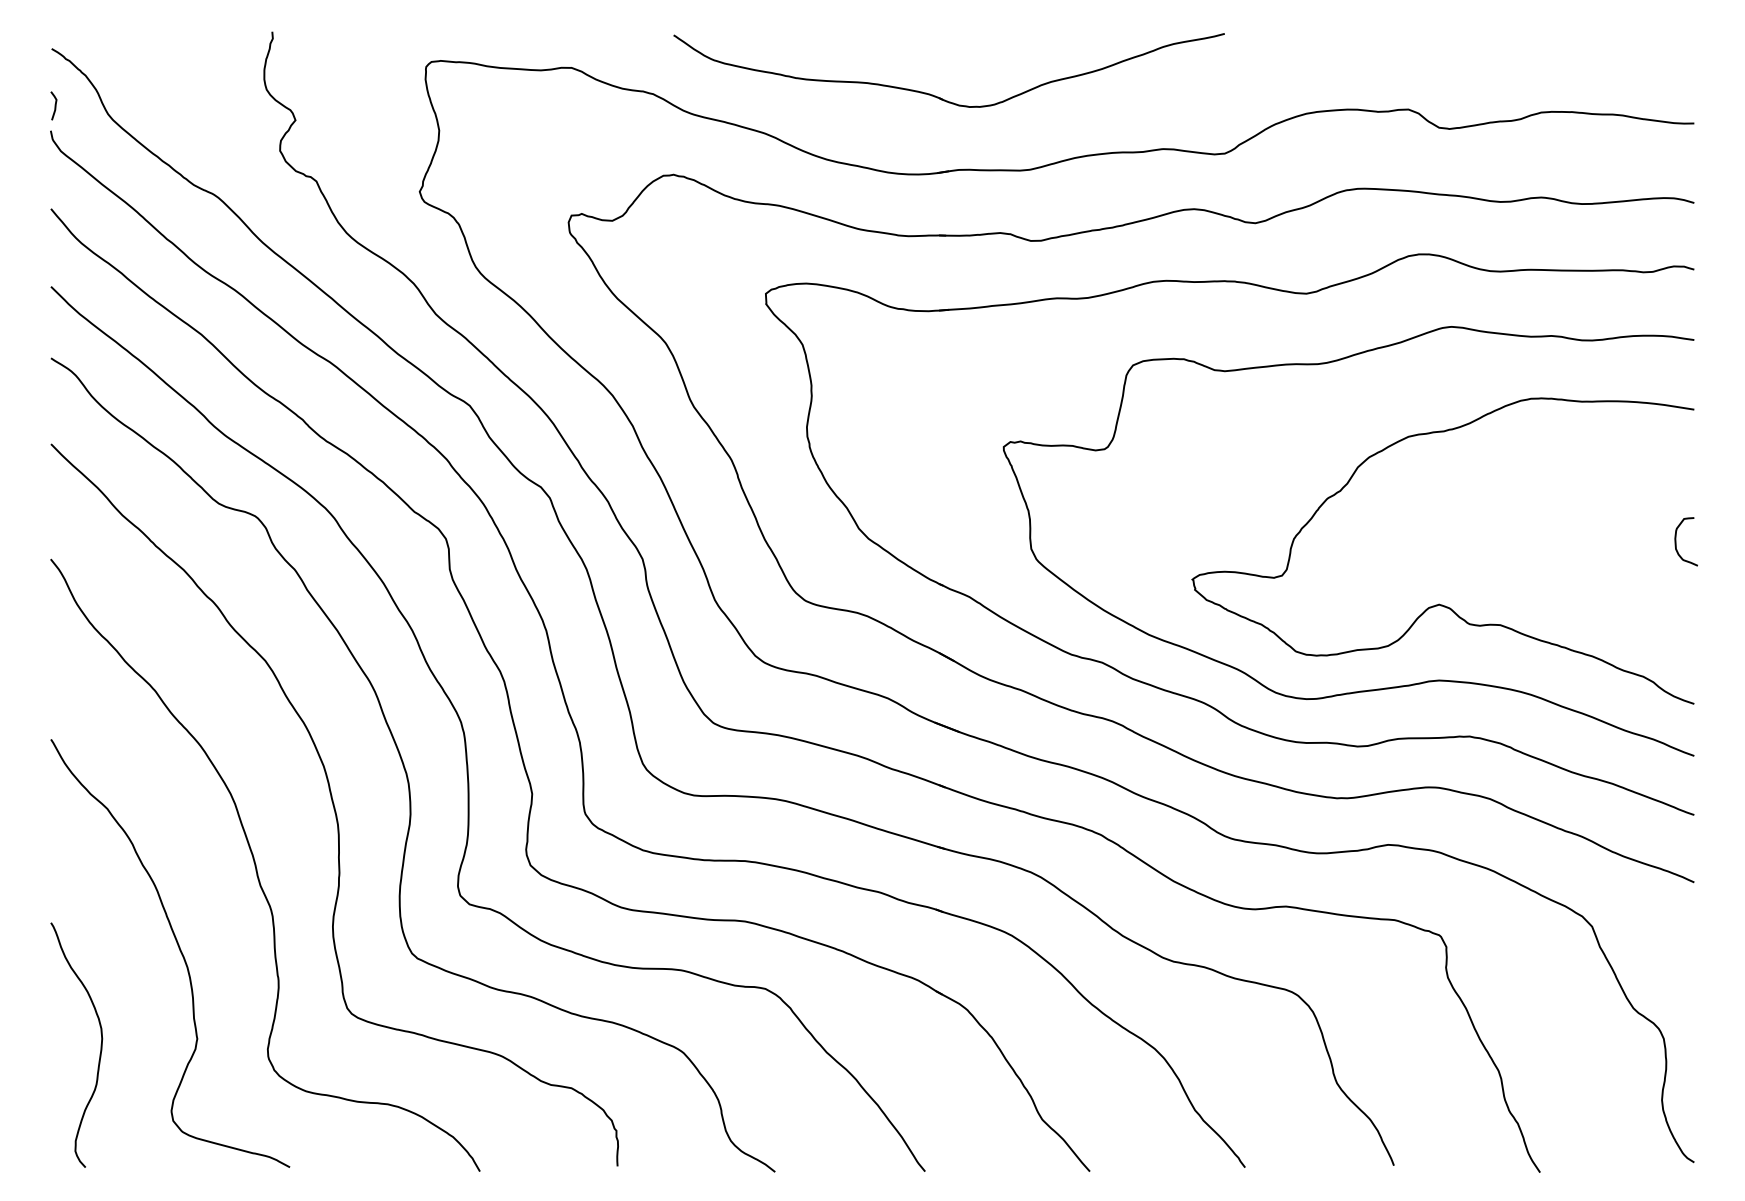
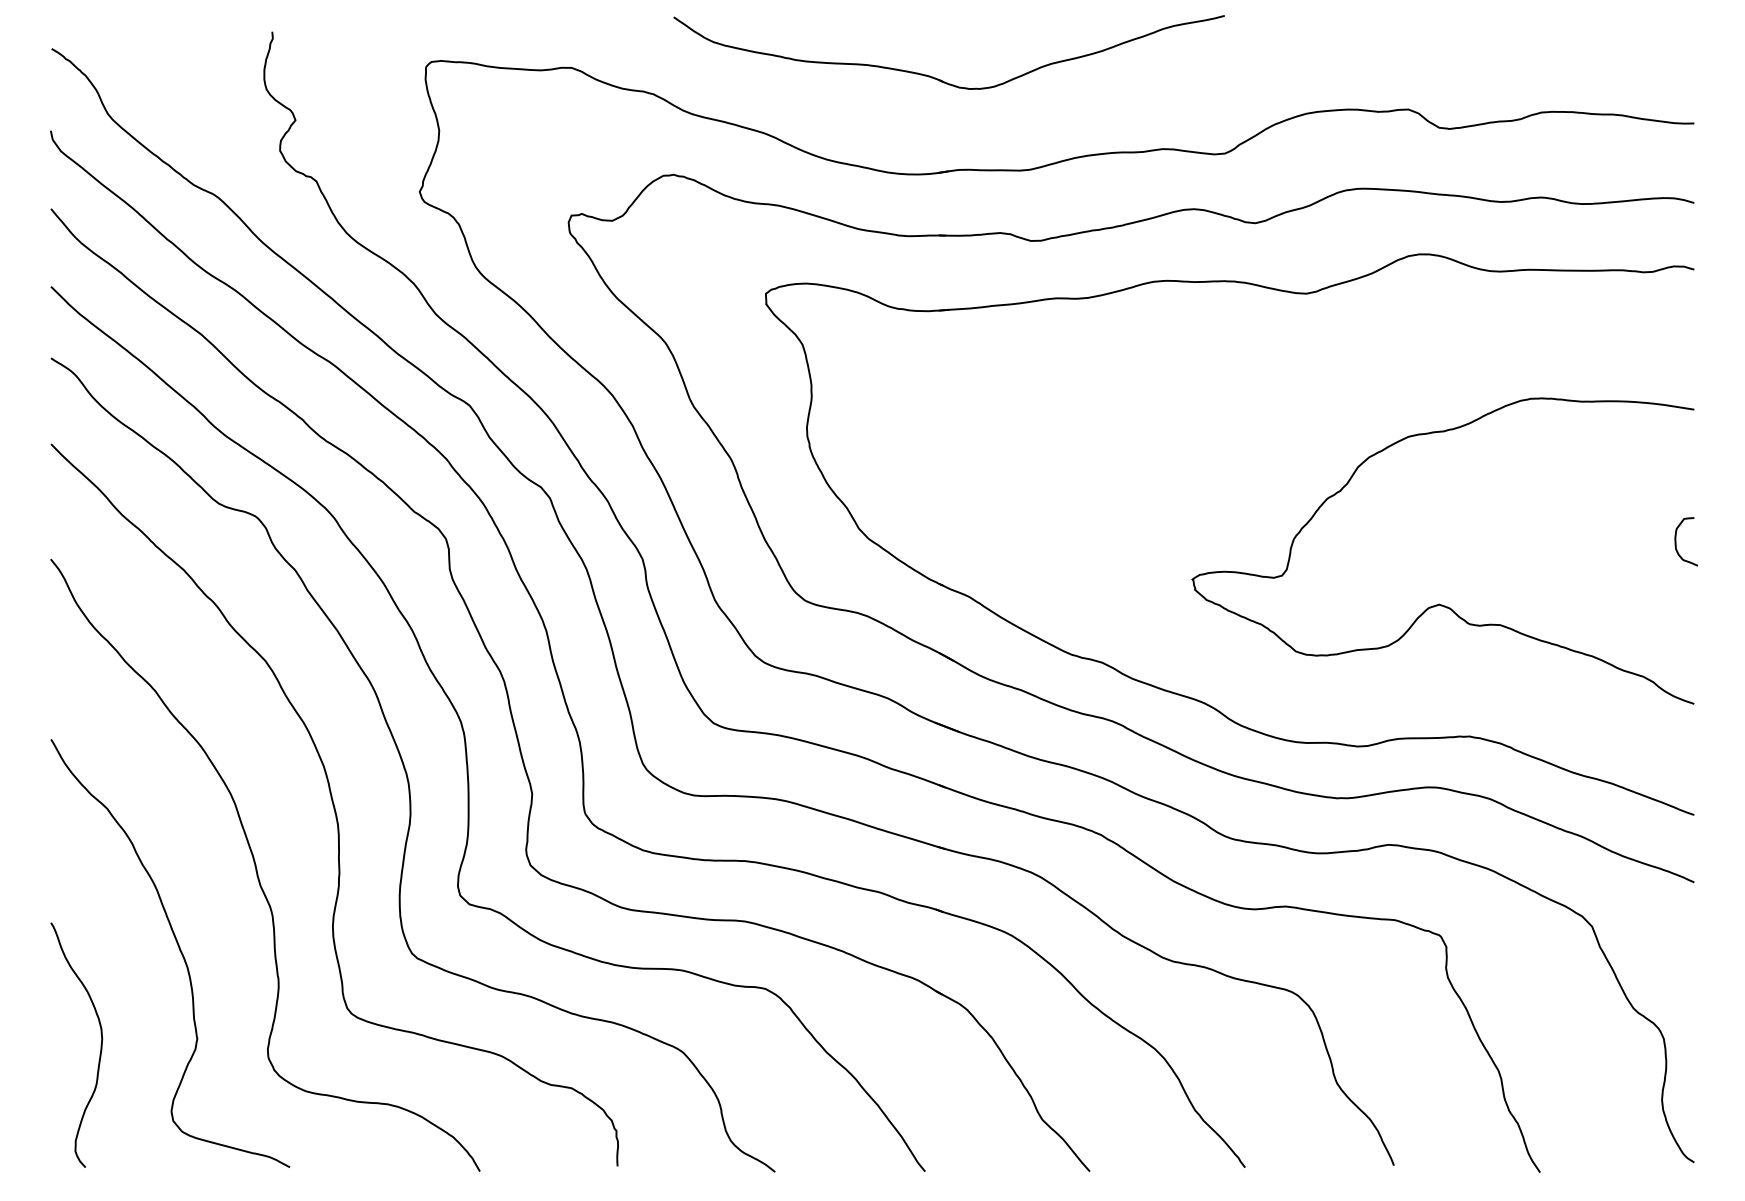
part at (938, 96) position: (938, 96) -> (938, 78)
curve at (54, 105): present -> none
curve at (1368, 689): present -> none
